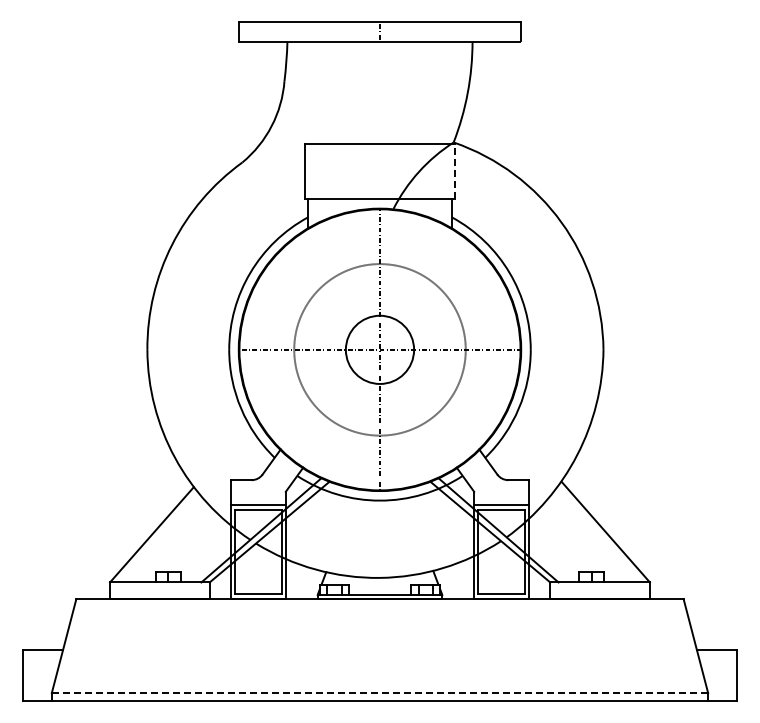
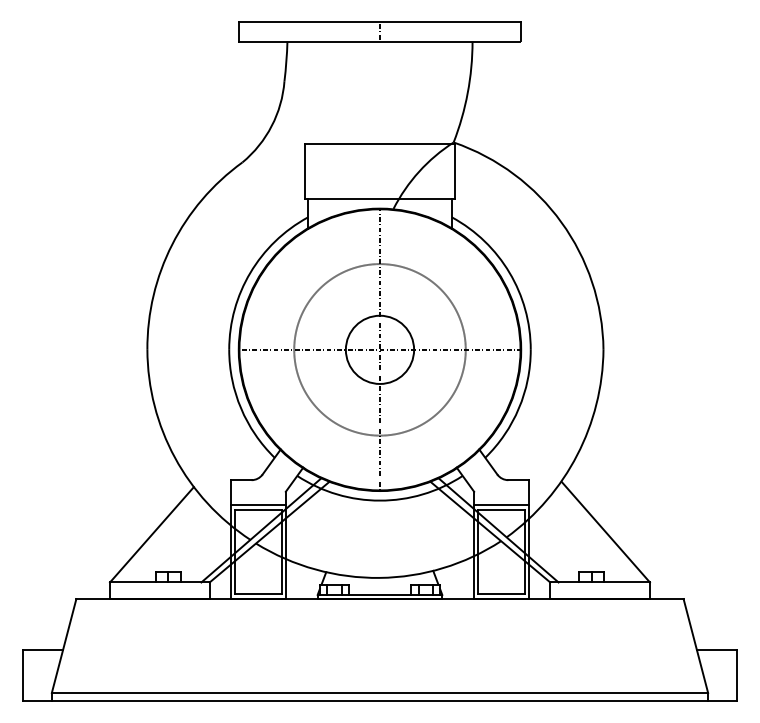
line at (455, 171): dashed -> solid
line at (379, 692): dashed -> solid
